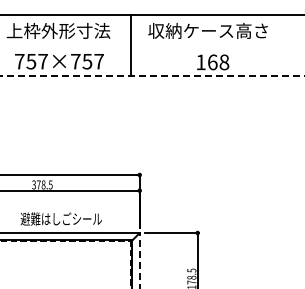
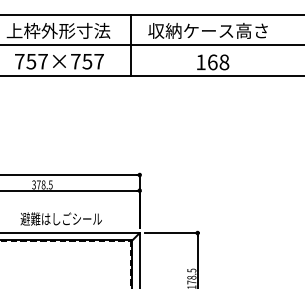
line at (151, 45): none -> present
line at (152, 76): dashed -> solid
line at (139, 260): dashed -> solid
